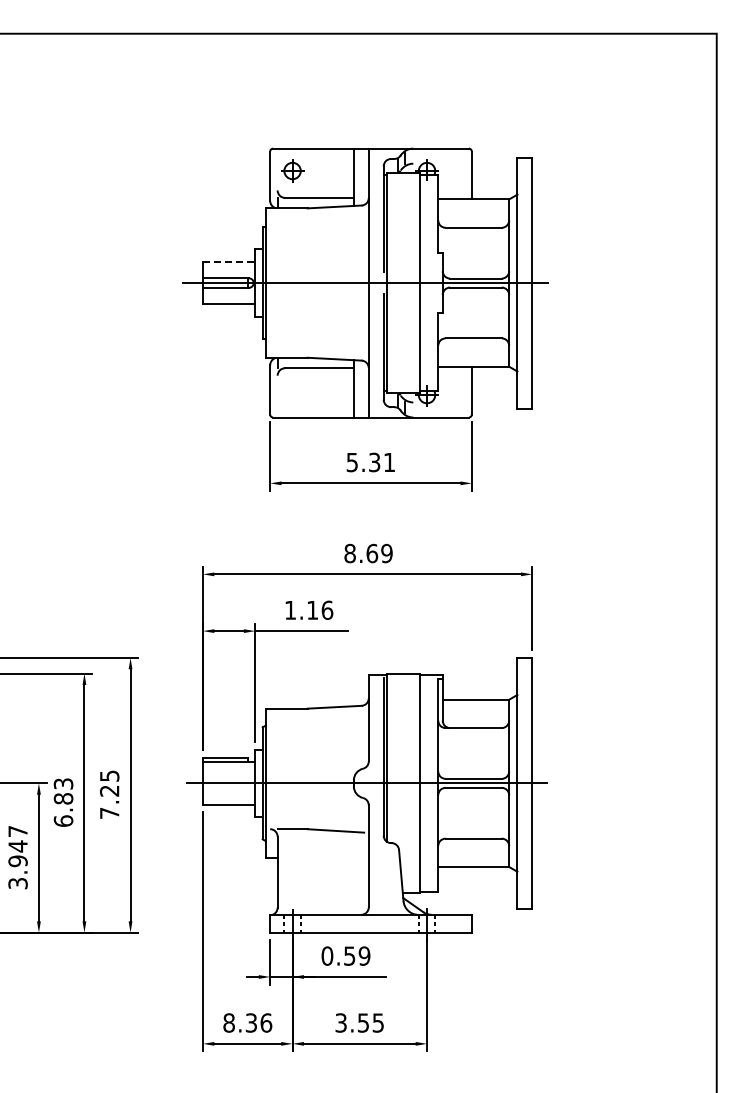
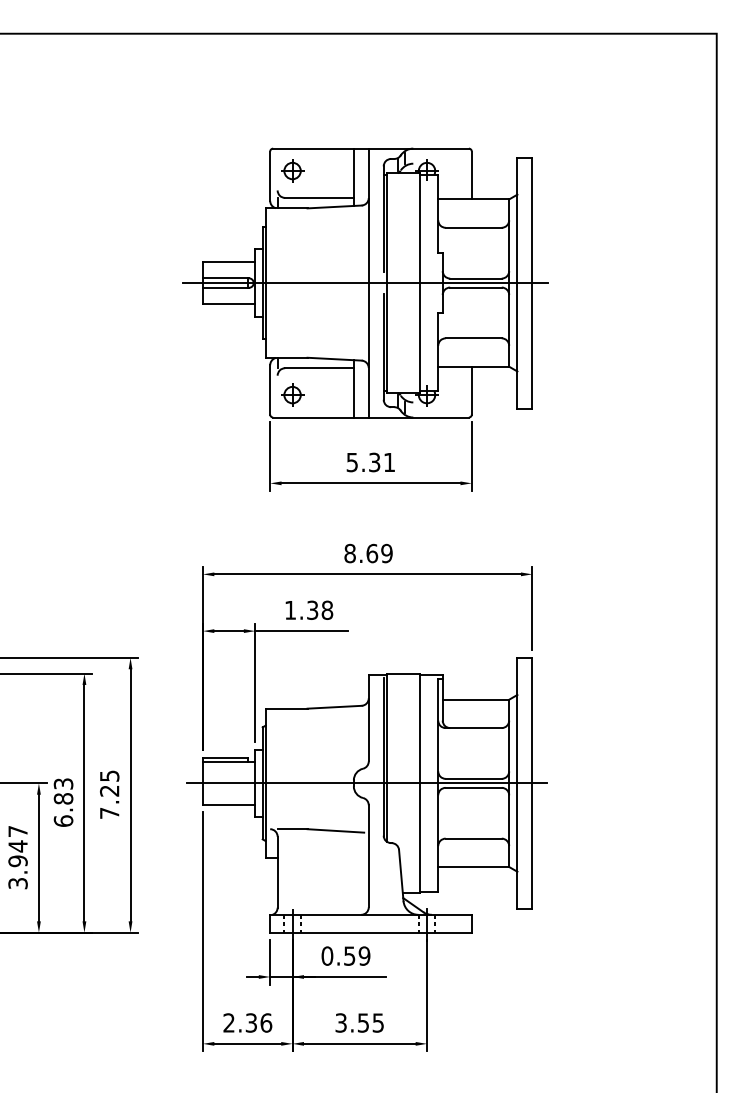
line at (229, 261): dashed -> solid
part at (292, 394): none -> present
text at (320, 609): 1.16 -> 1.38
text at (228, 1022): 8.36 -> 2.36
